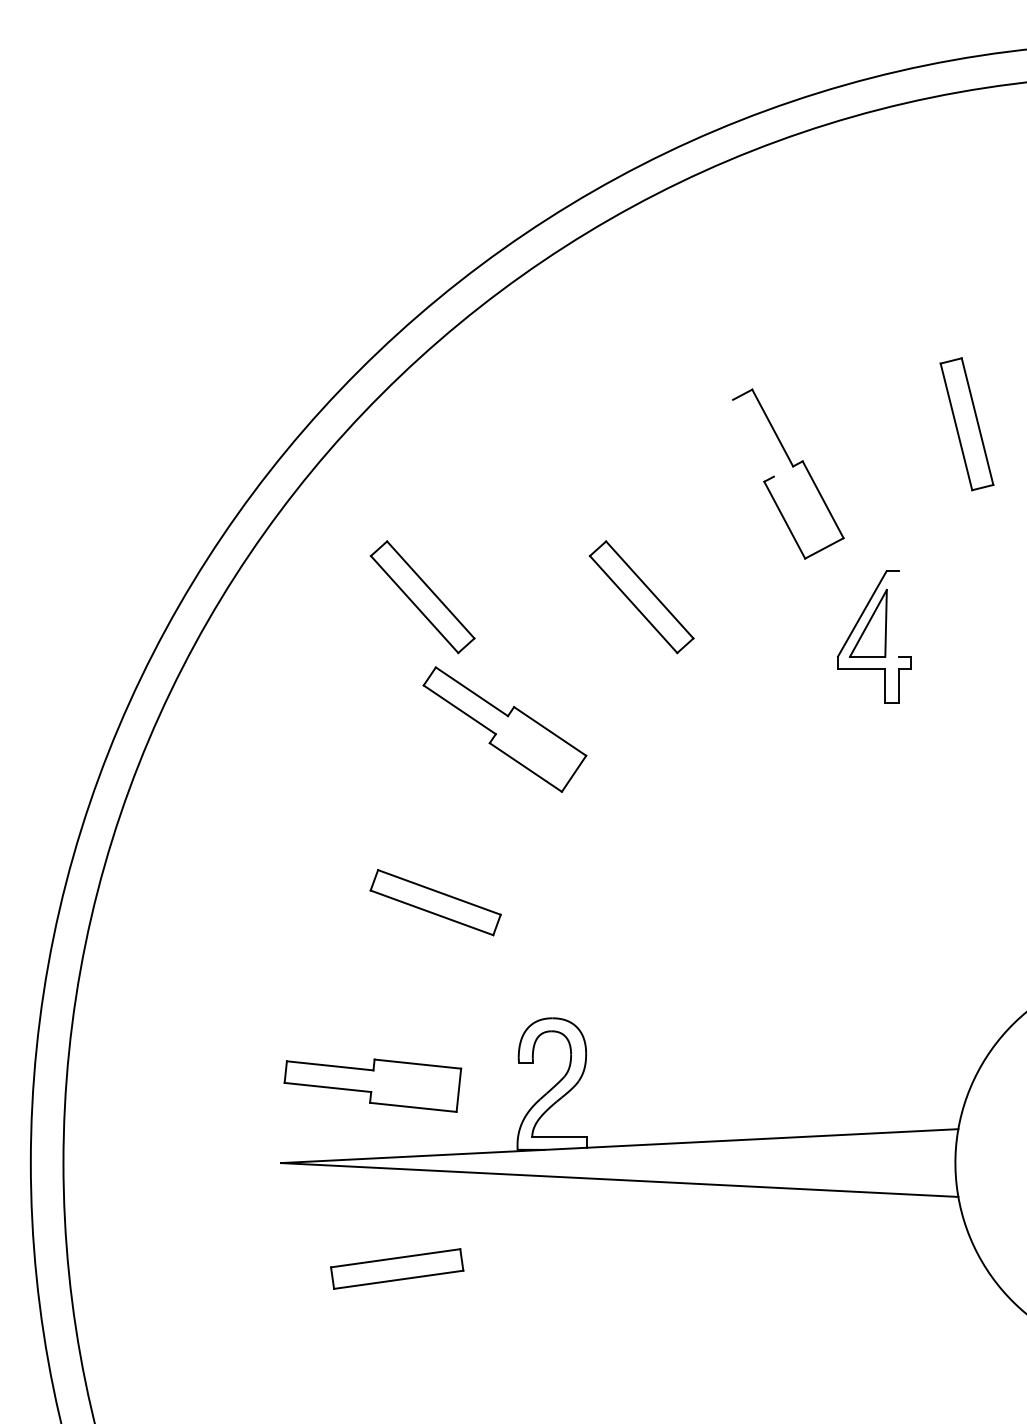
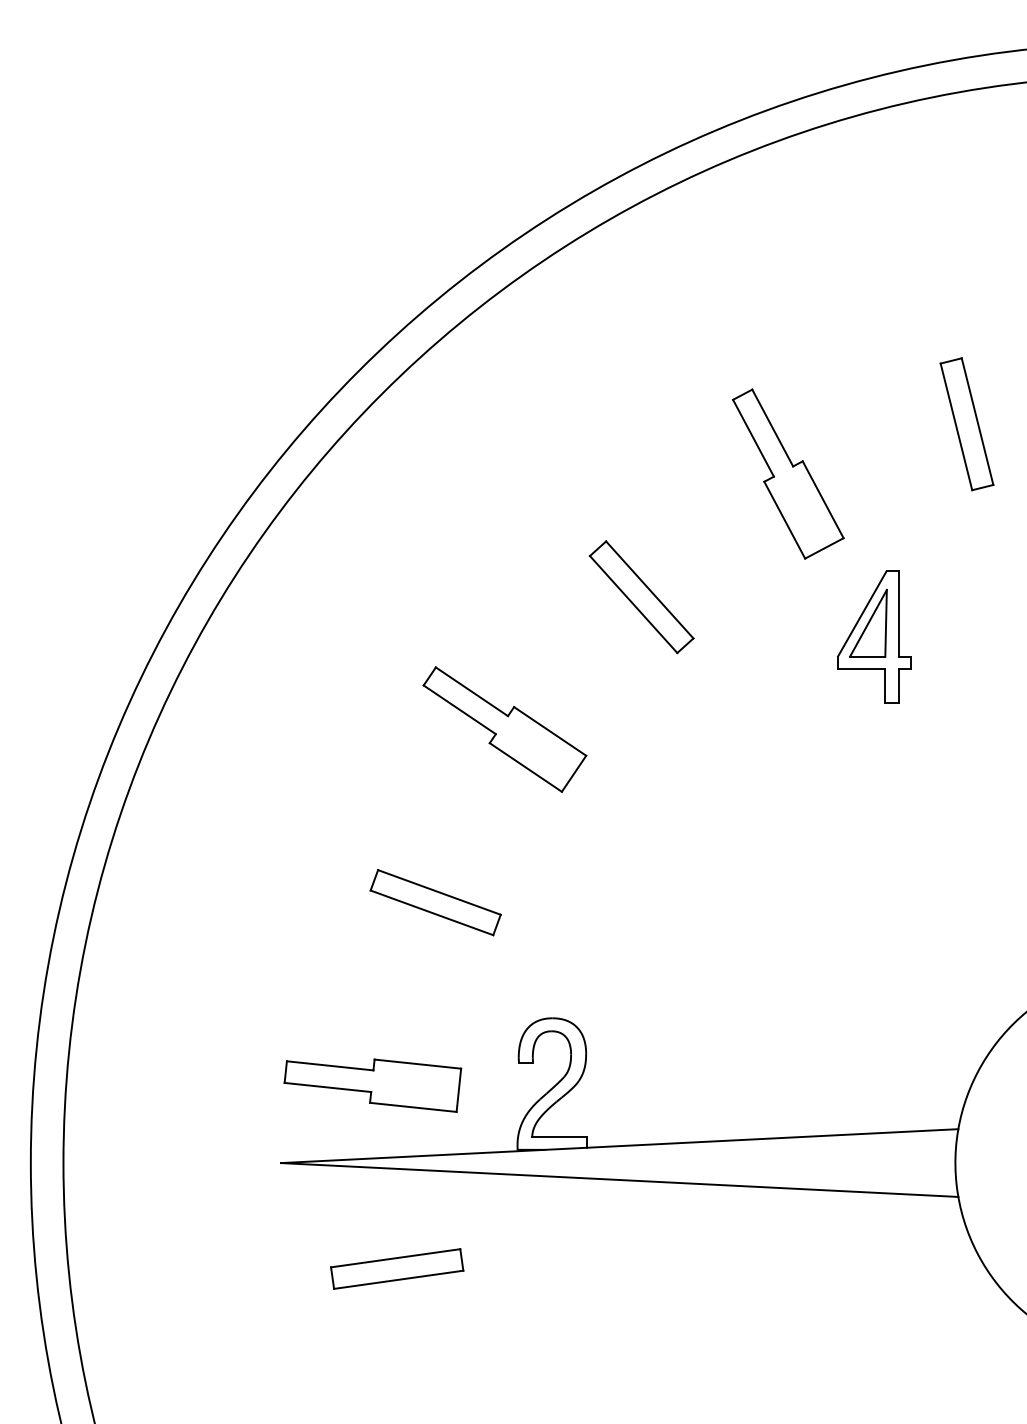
line at (753, 437): none -> present
part at (422, 597): present -> none
line at (899, 613): none -> present
